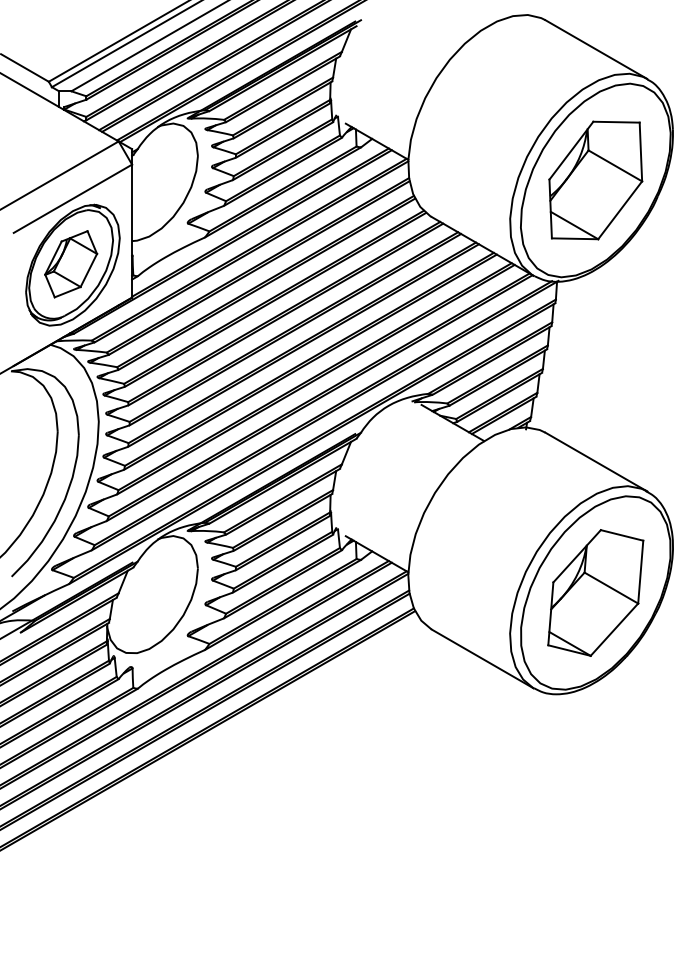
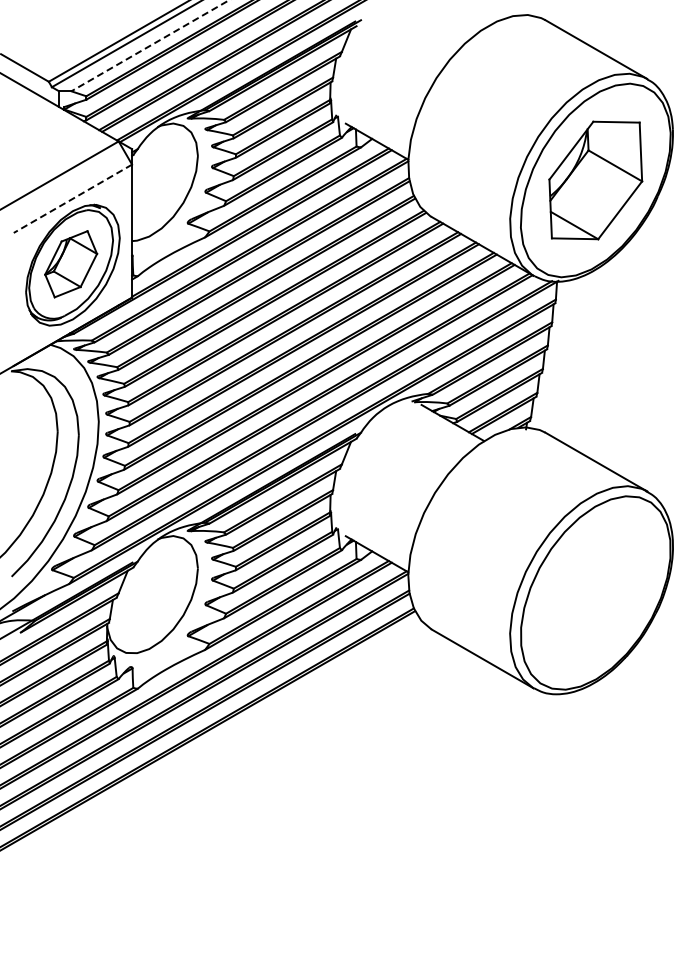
line at (150, 45): solid -> dashed
line at (72, 199): solid -> dashed
part at (595, 592): present -> none
